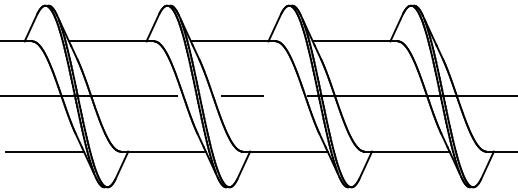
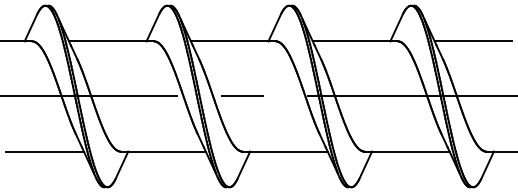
line at (473, 41): none -> present
